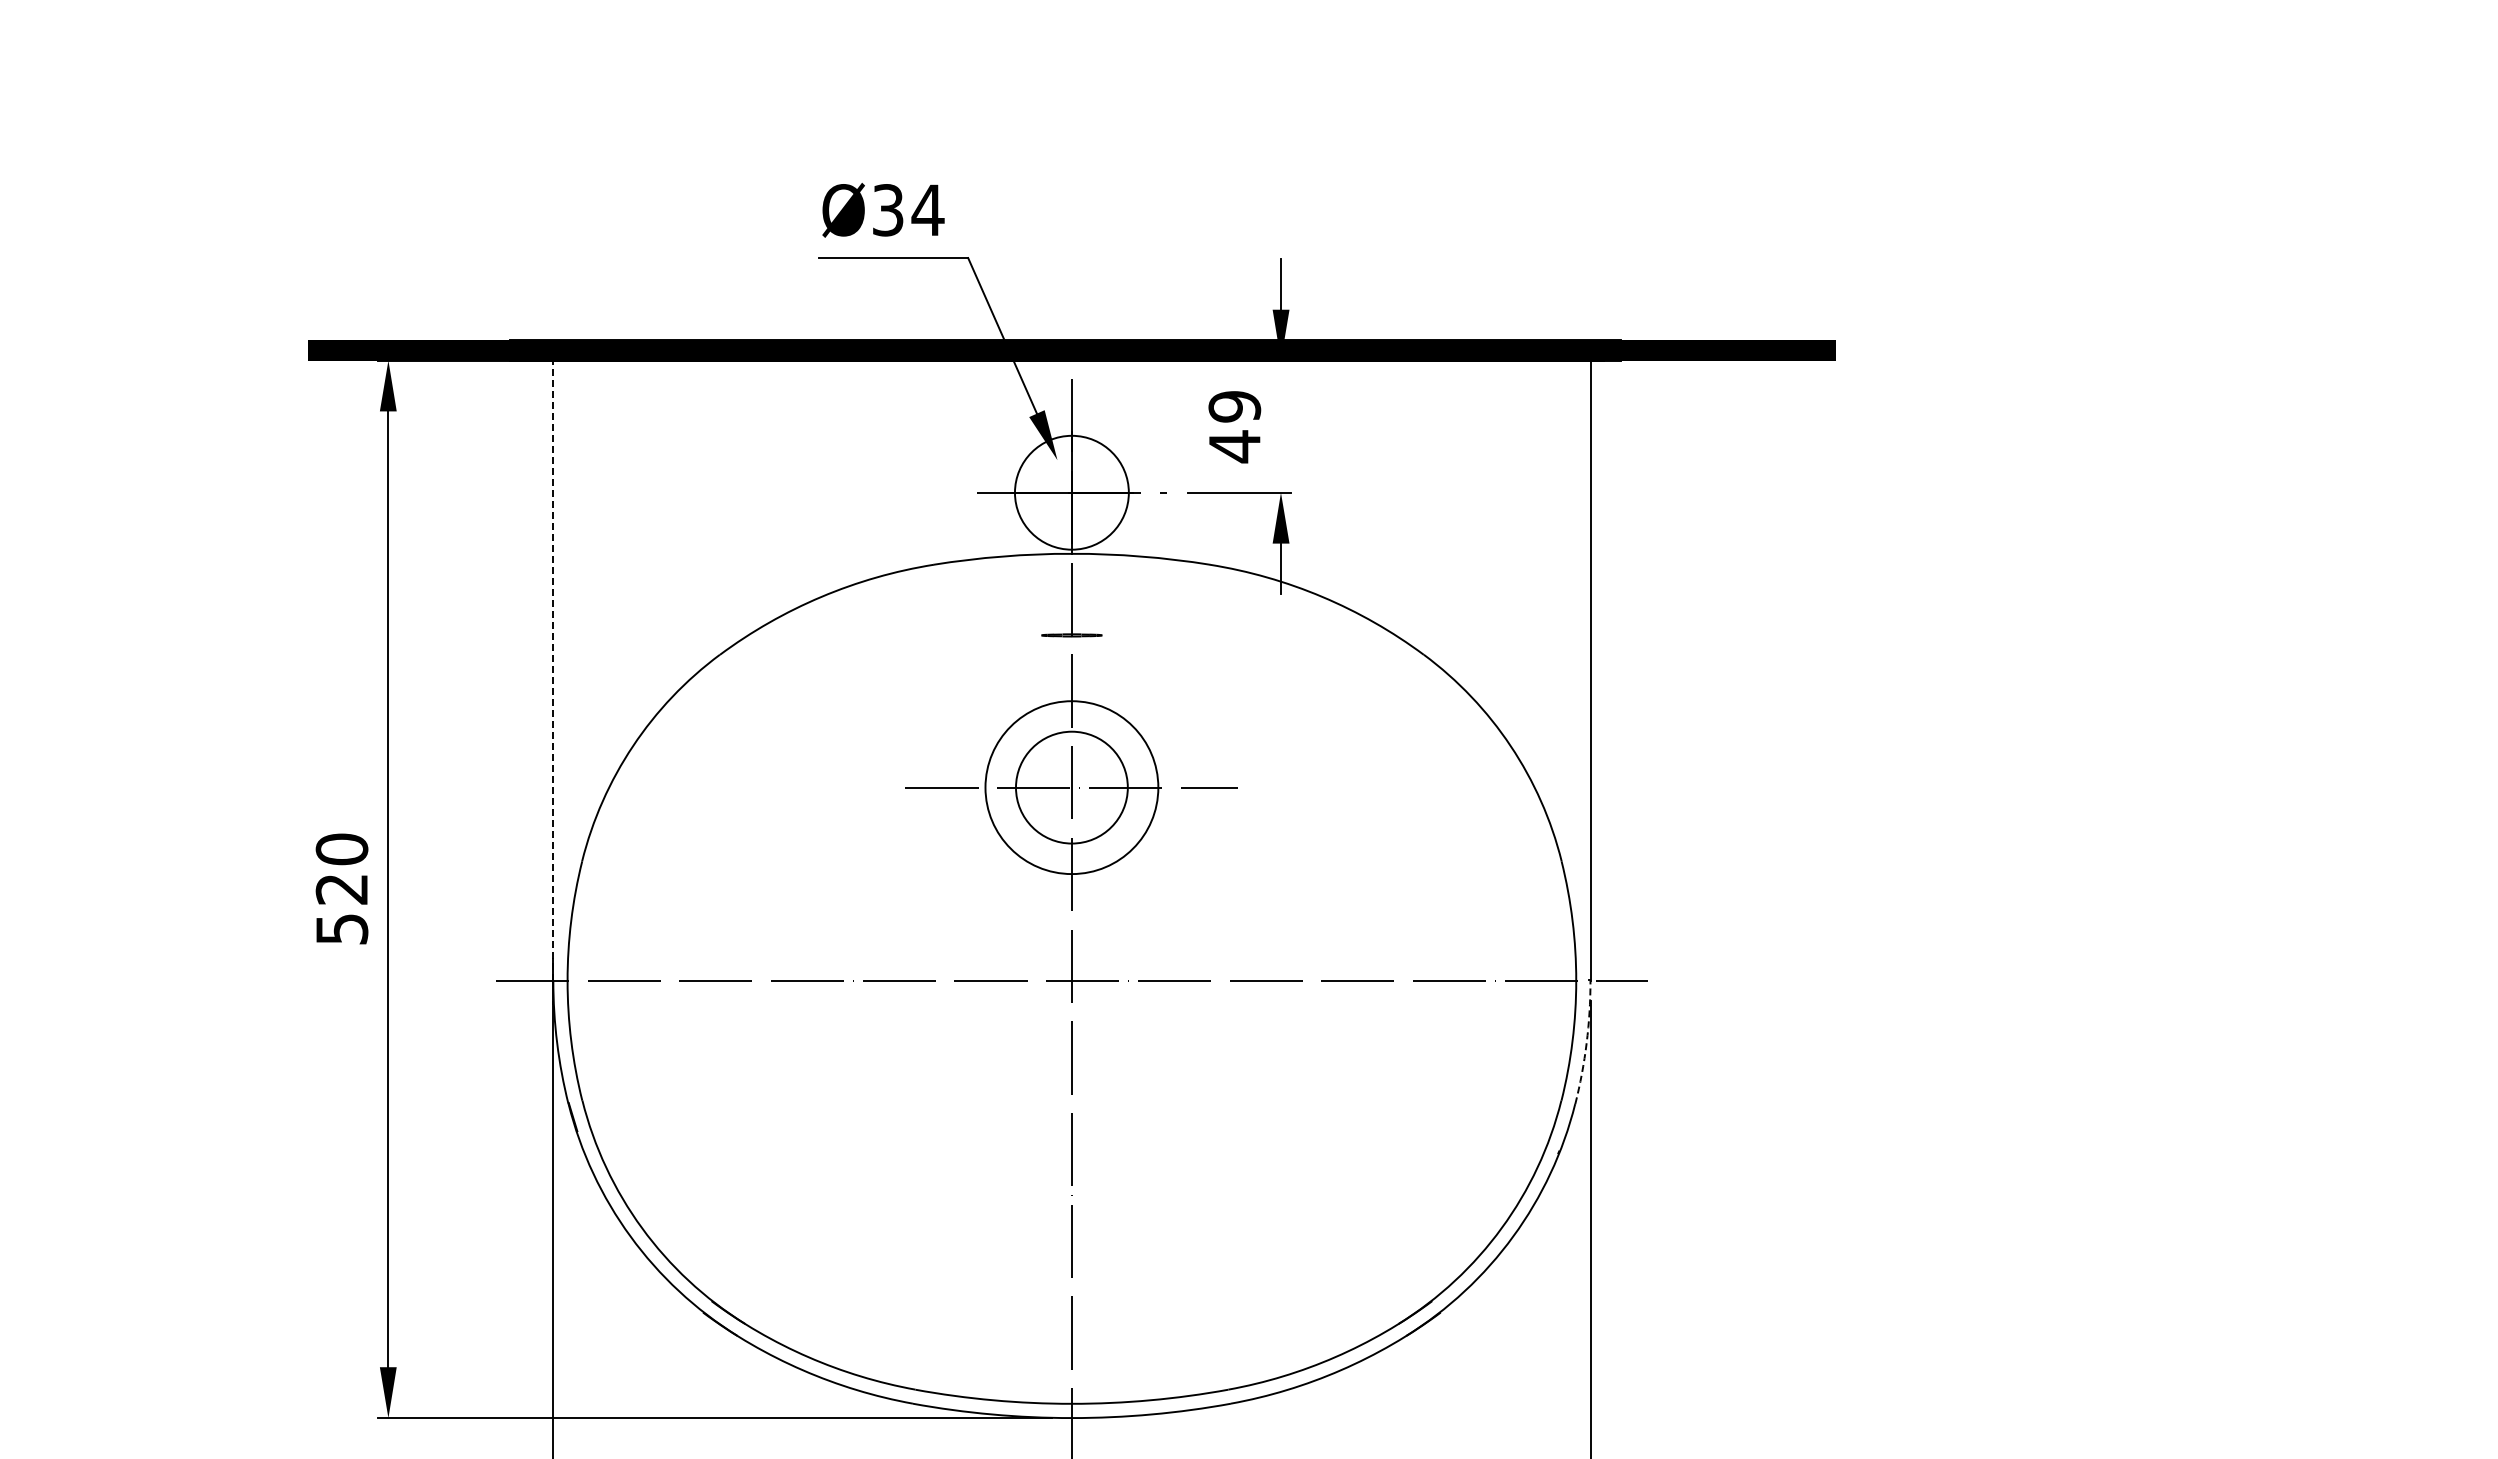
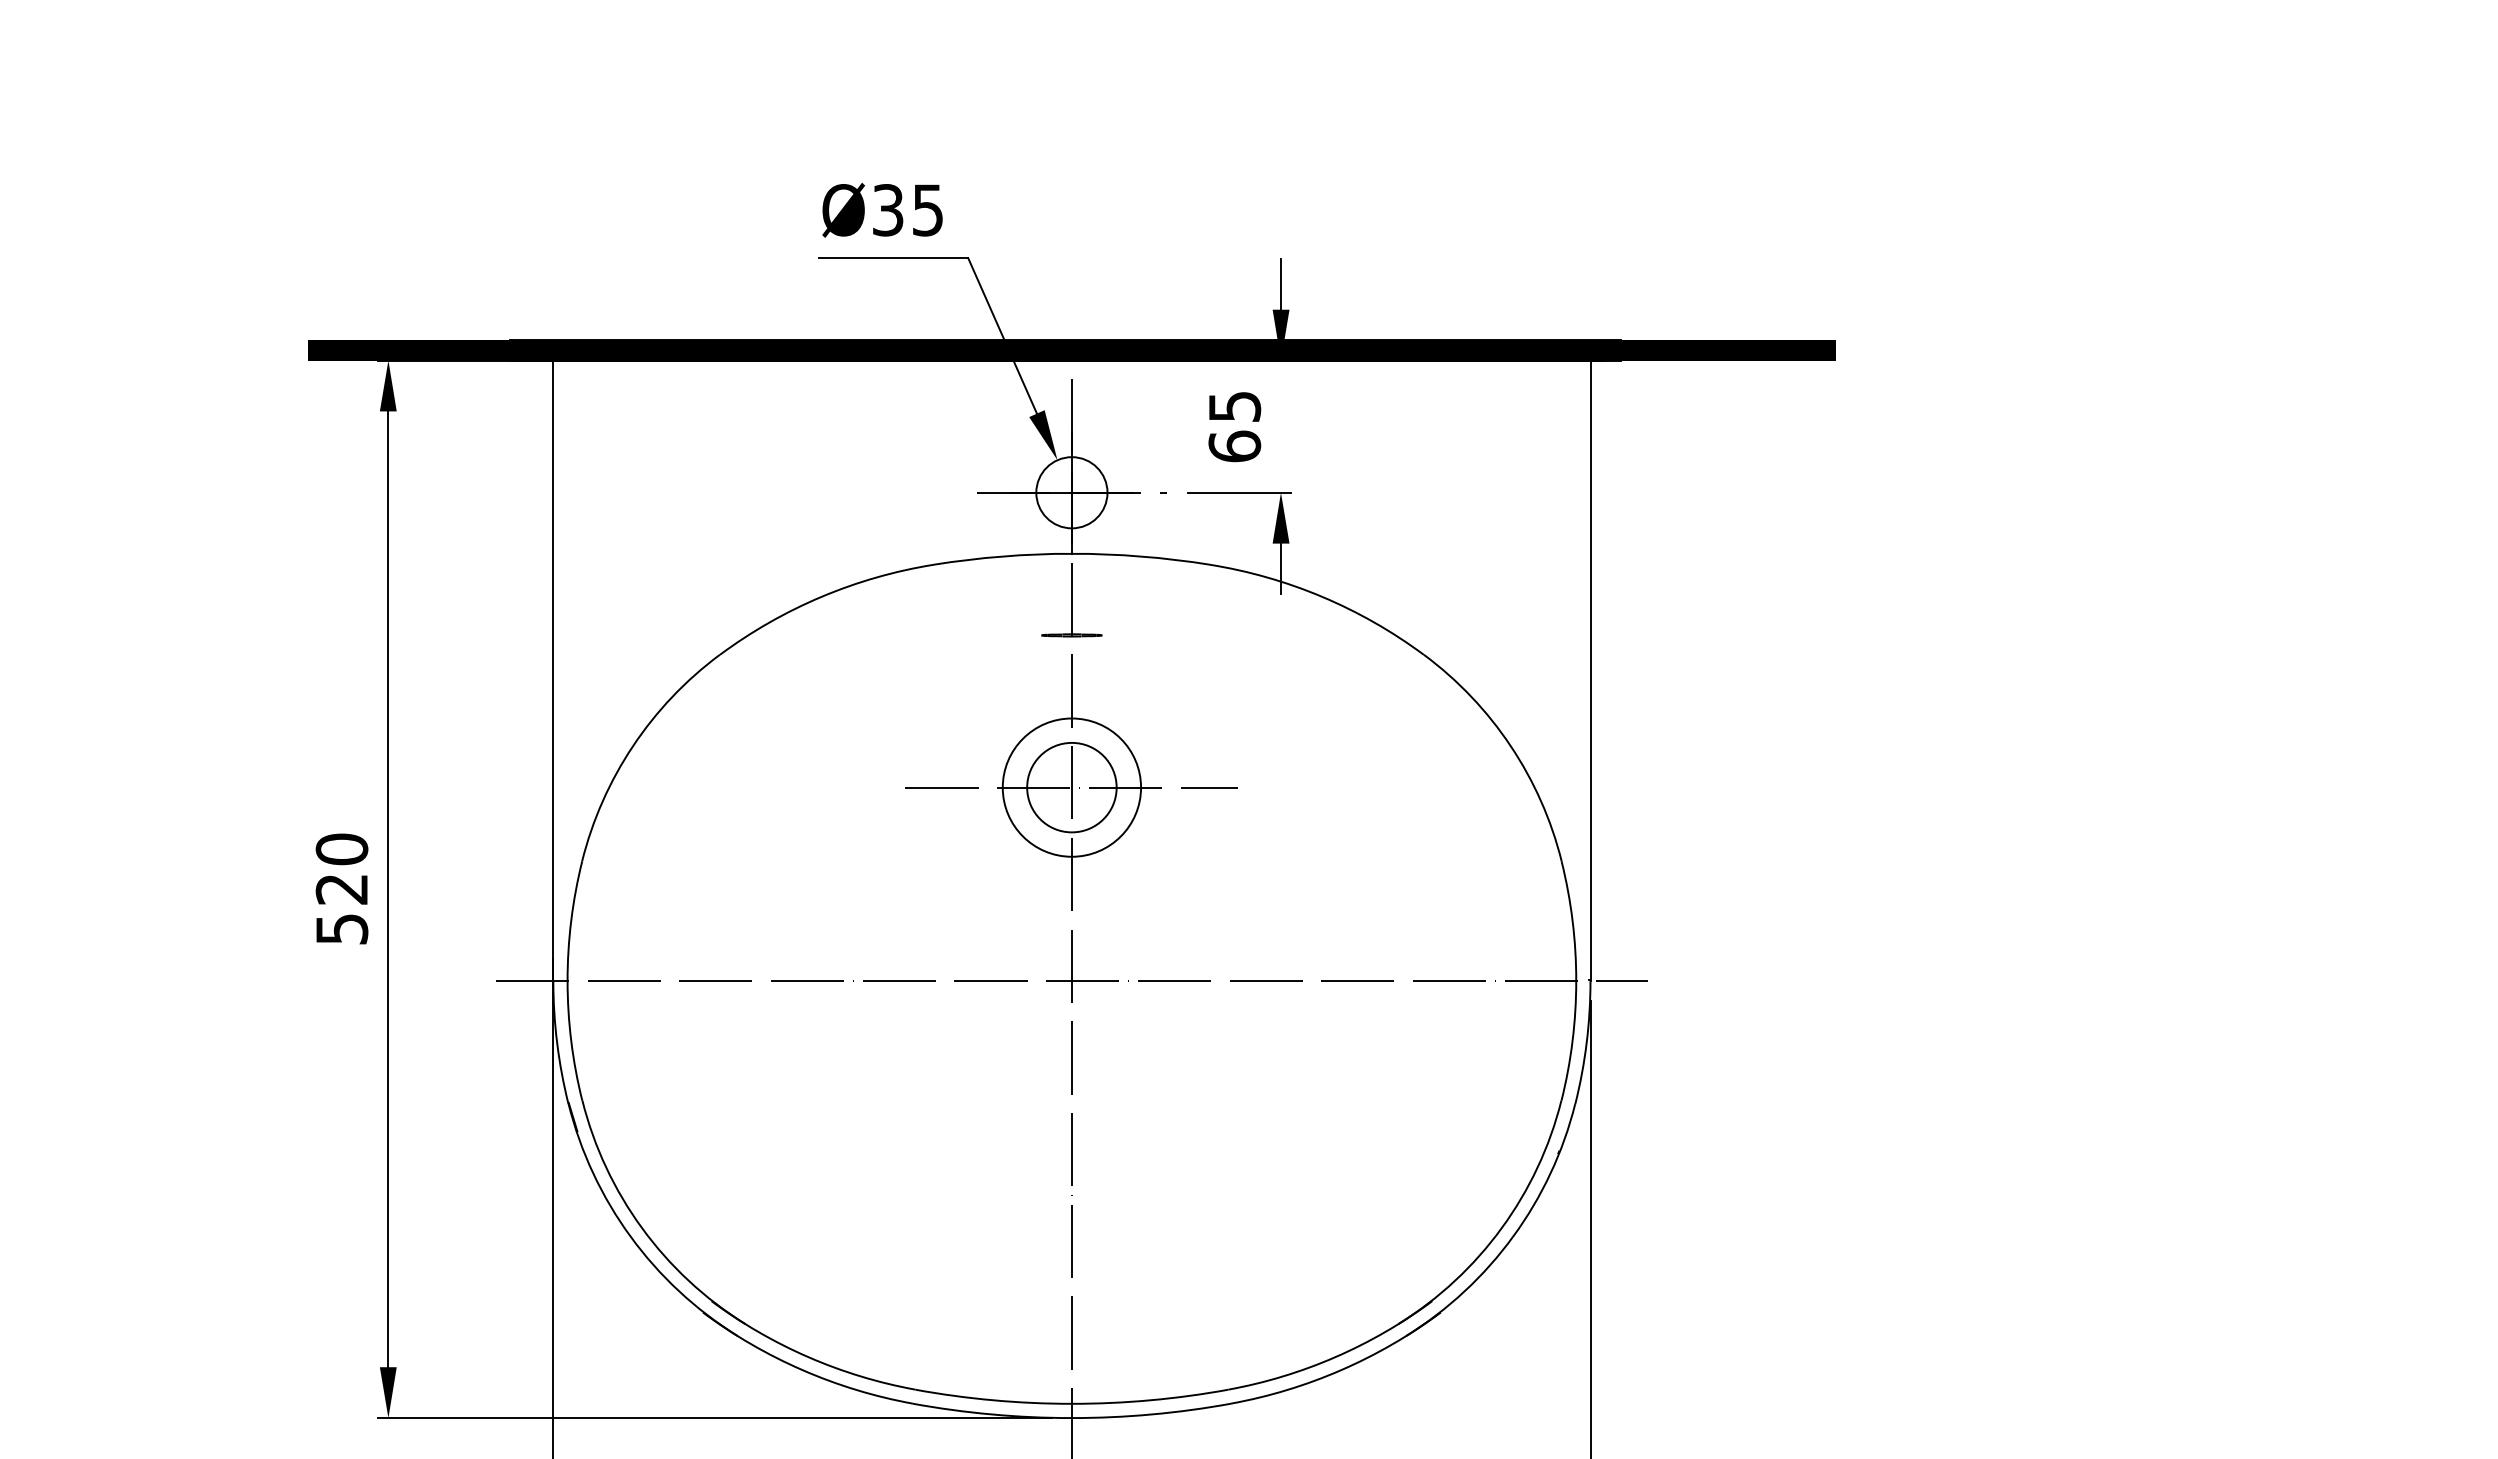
text at (927, 210): Ø34 -> Ø35
text at (1234, 427): 49 -> 65
circle at (1071, 492) diameter: 114 px -> 71 px
line at (553, 670): dashed -> solid
circle at (1071, 787) diameter: 112 px -> 89 px
circle at (1071, 787) diameter: 173 px -> 138 px
arc at (1586, 1042): dashed -> solid
